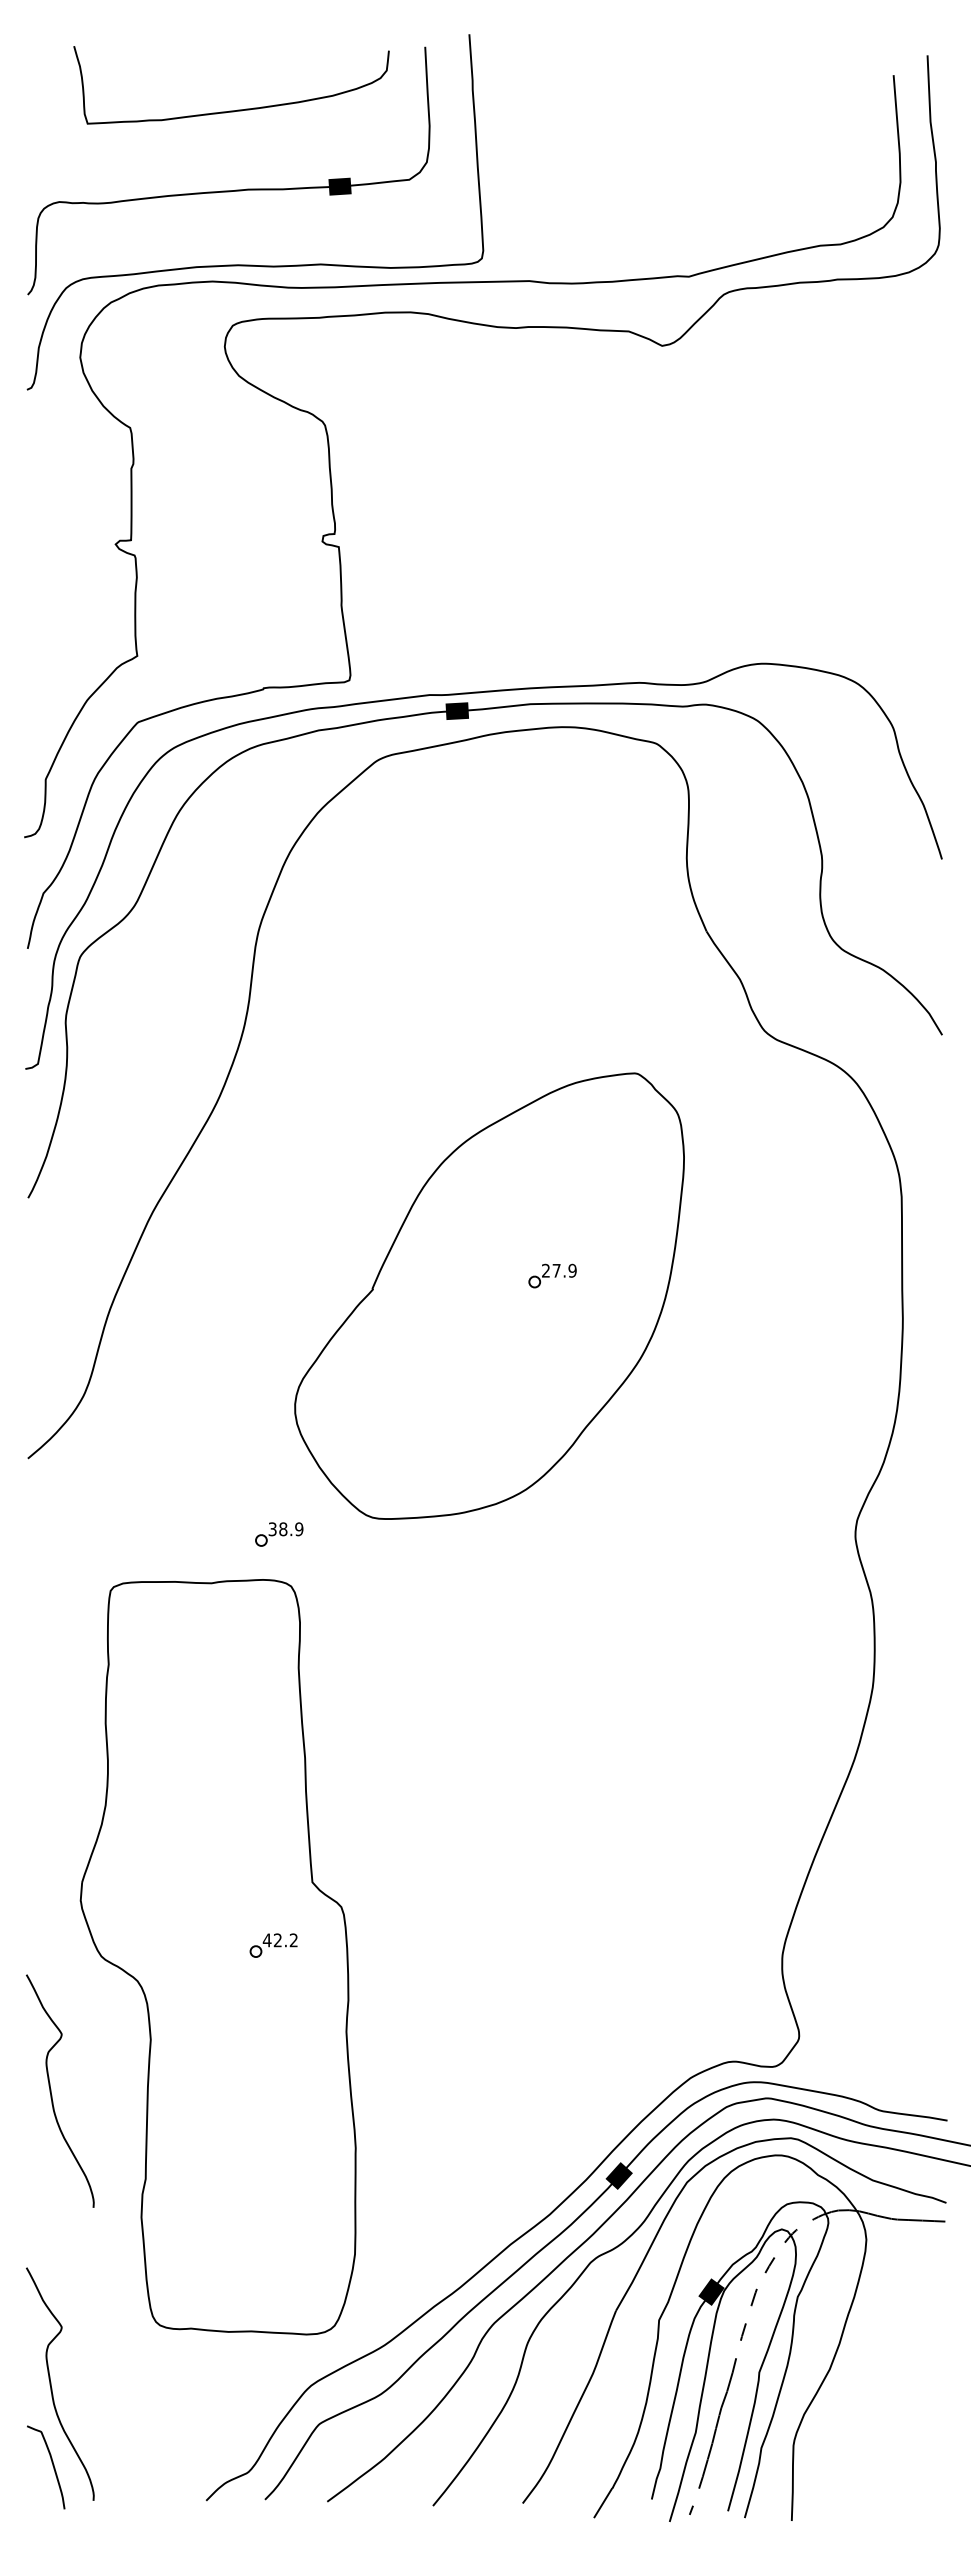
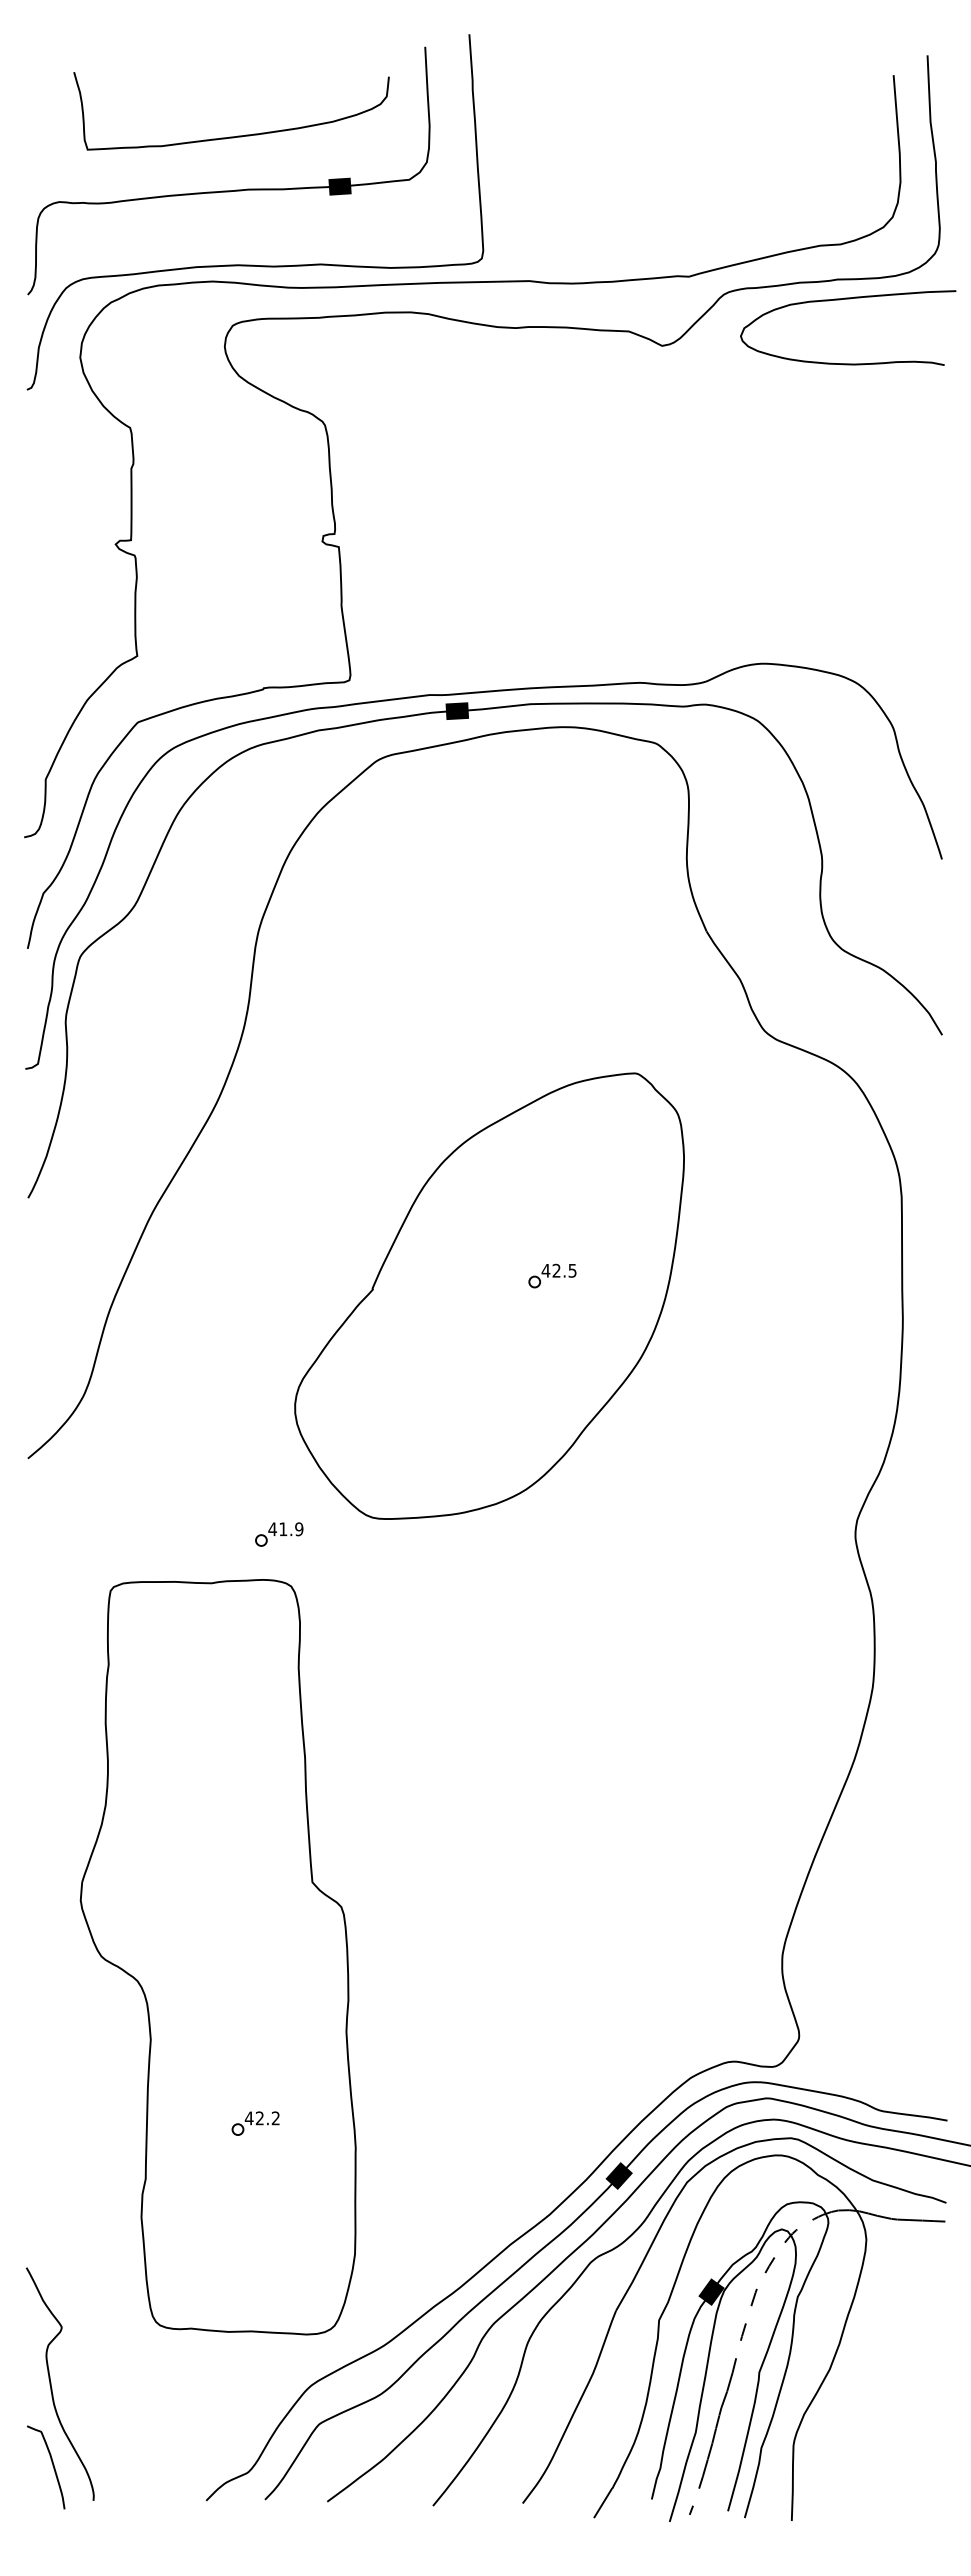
curve at (237, 109) position: (237, 109) -> (237, 135)
curve at (848, 299): none -> present
text at (558, 1270): 27.9 -> 42.5
text at (277, 1529): 38.9 -> 41.9
part at (273, 1945) position: (273, 1945) -> (255, 2123)
curve at (51, 2090): present -> none
